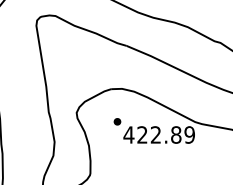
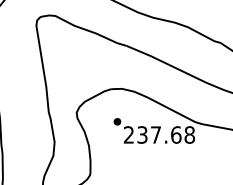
text at (158, 134): 422.89 -> 237.68
